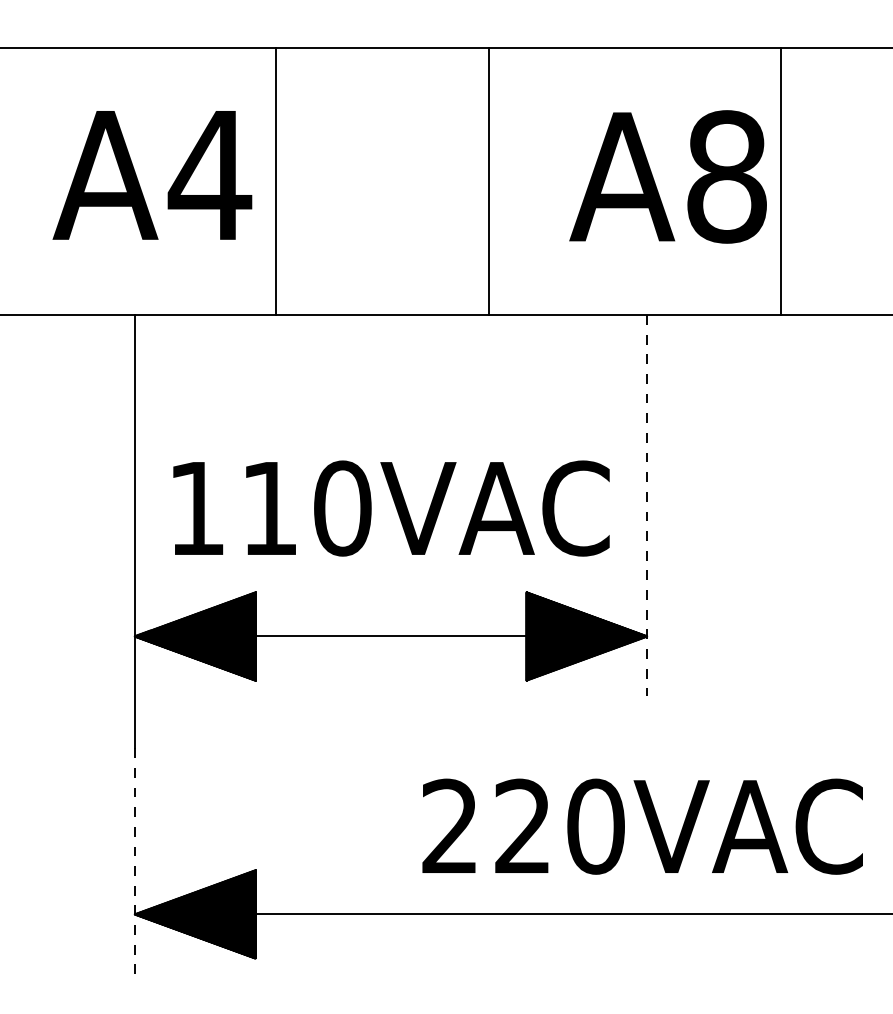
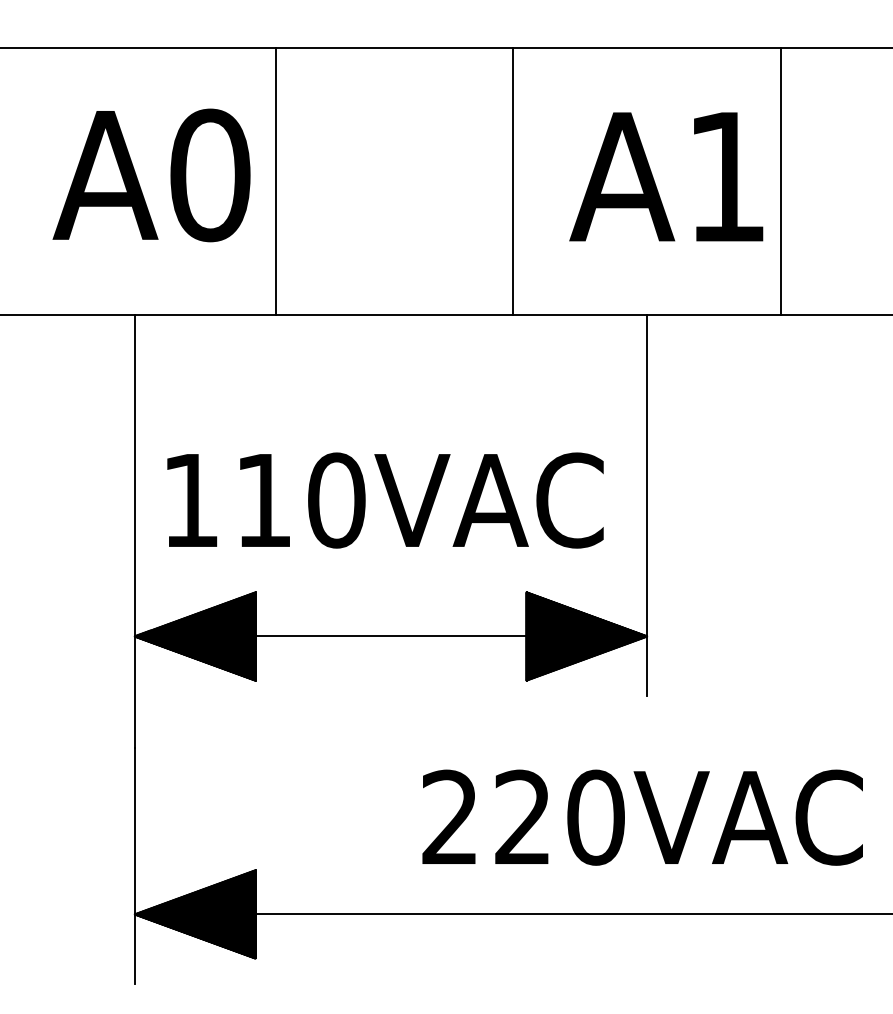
text at (209, 175): A4 -> A0
text at (726, 176): A8 -> A1
line at (489, 181) position: (489, 181) -> (513, 181)
line at (646, 505): dashed -> solid
text at (391, 508) position: (391, 508) -> (385, 500)
text at (642, 826) position: (642, 826) -> (642, 817)
line at (135, 865): dashed -> solid
